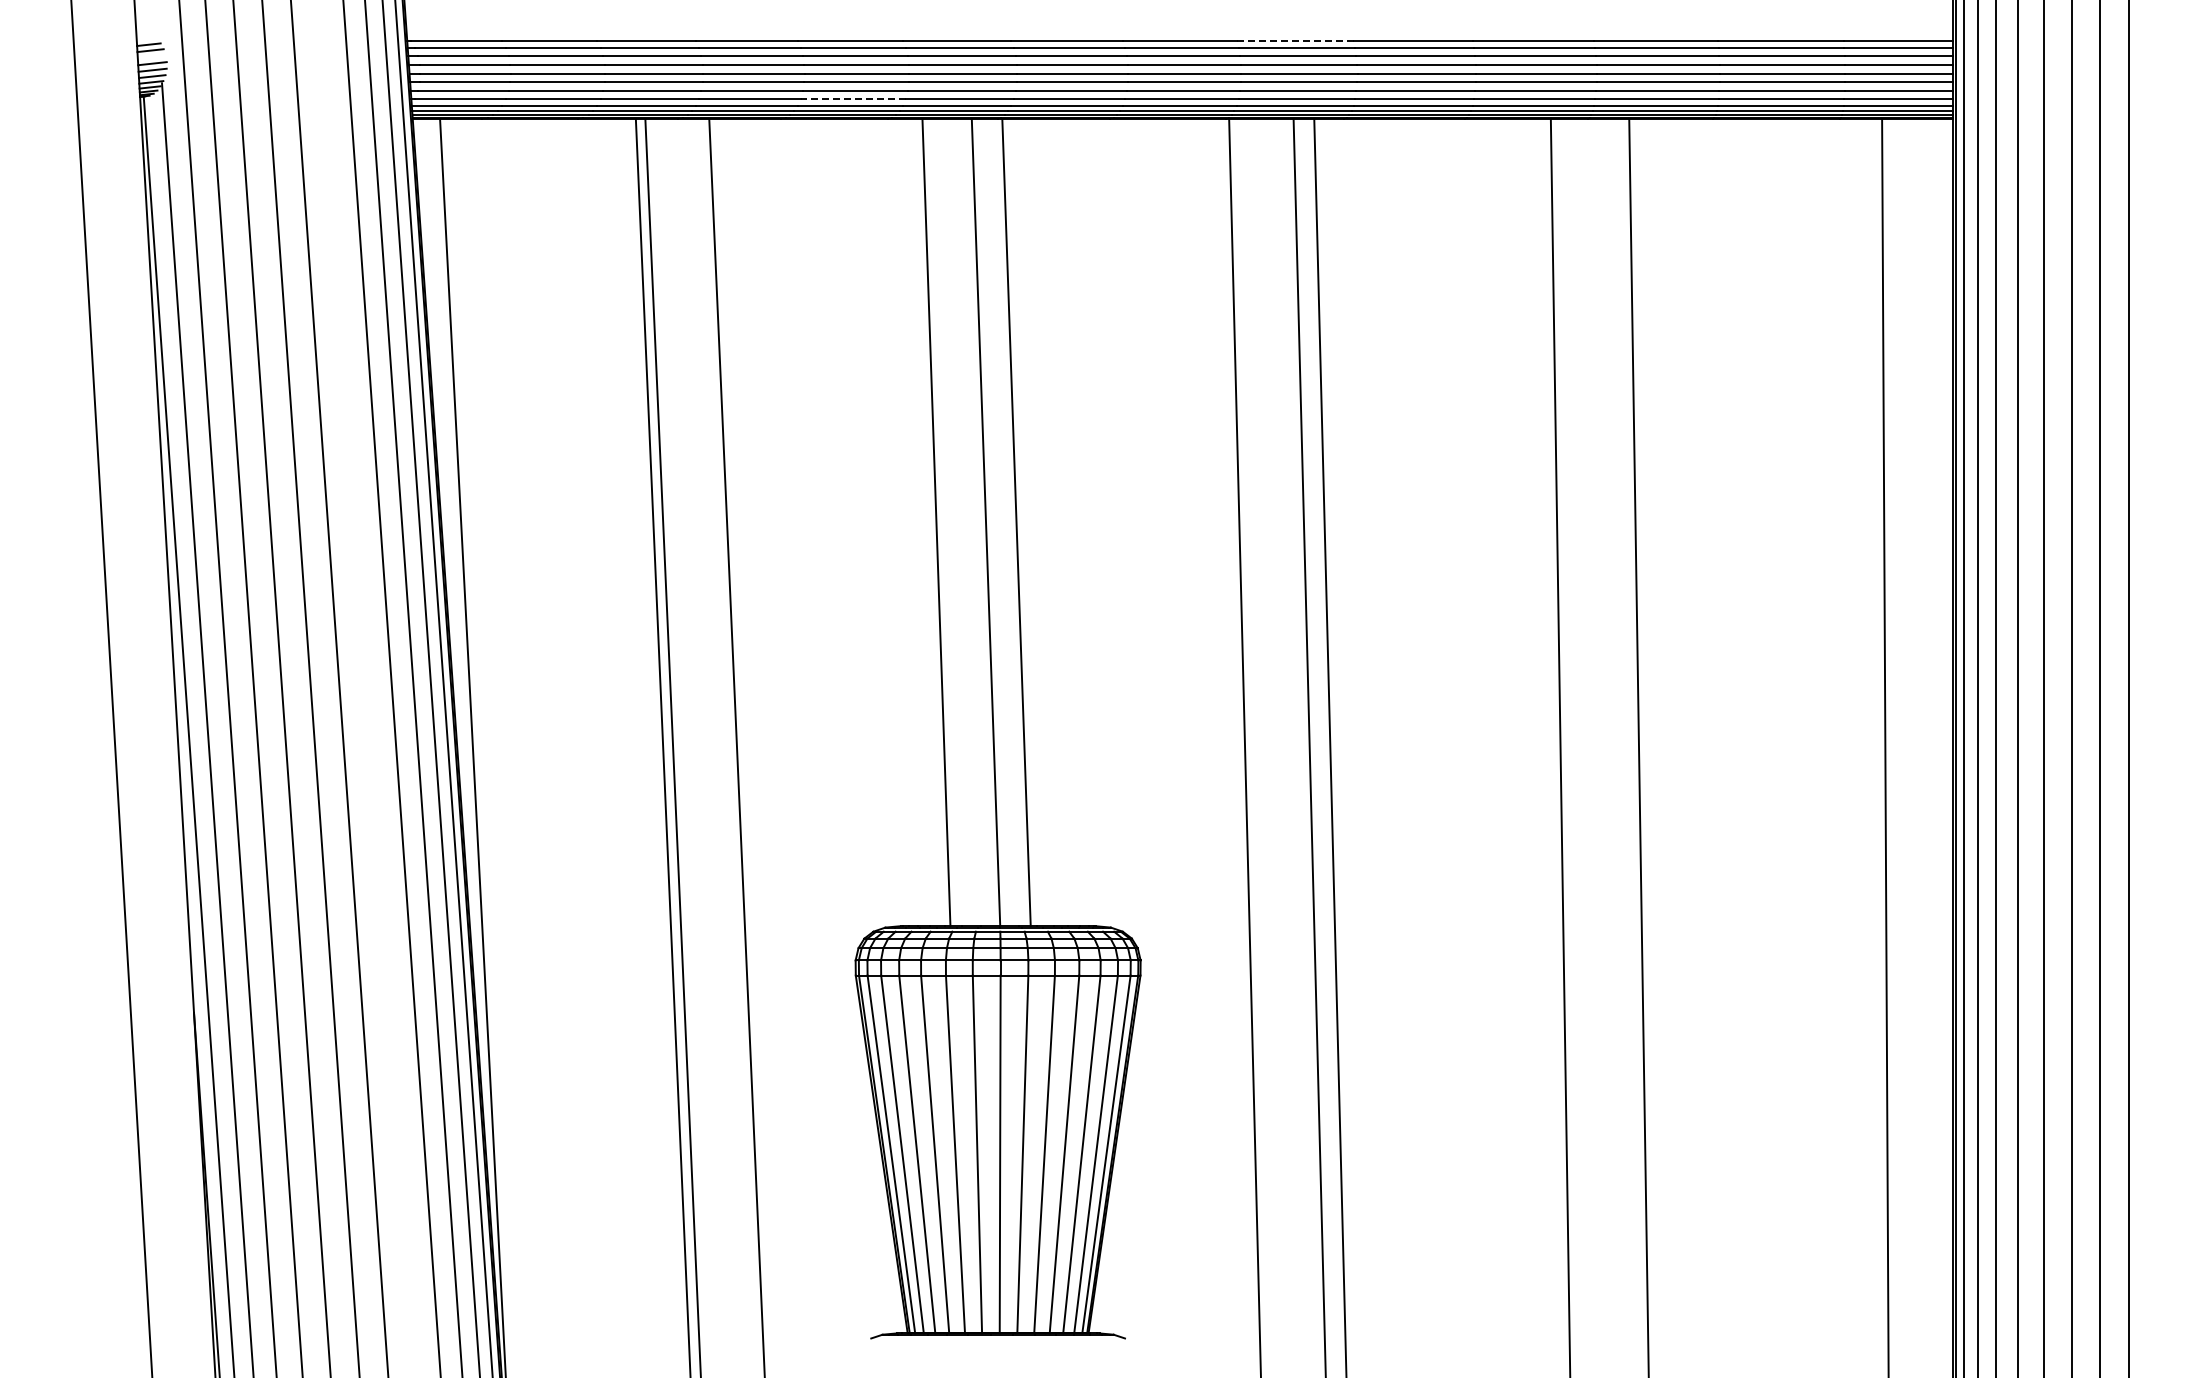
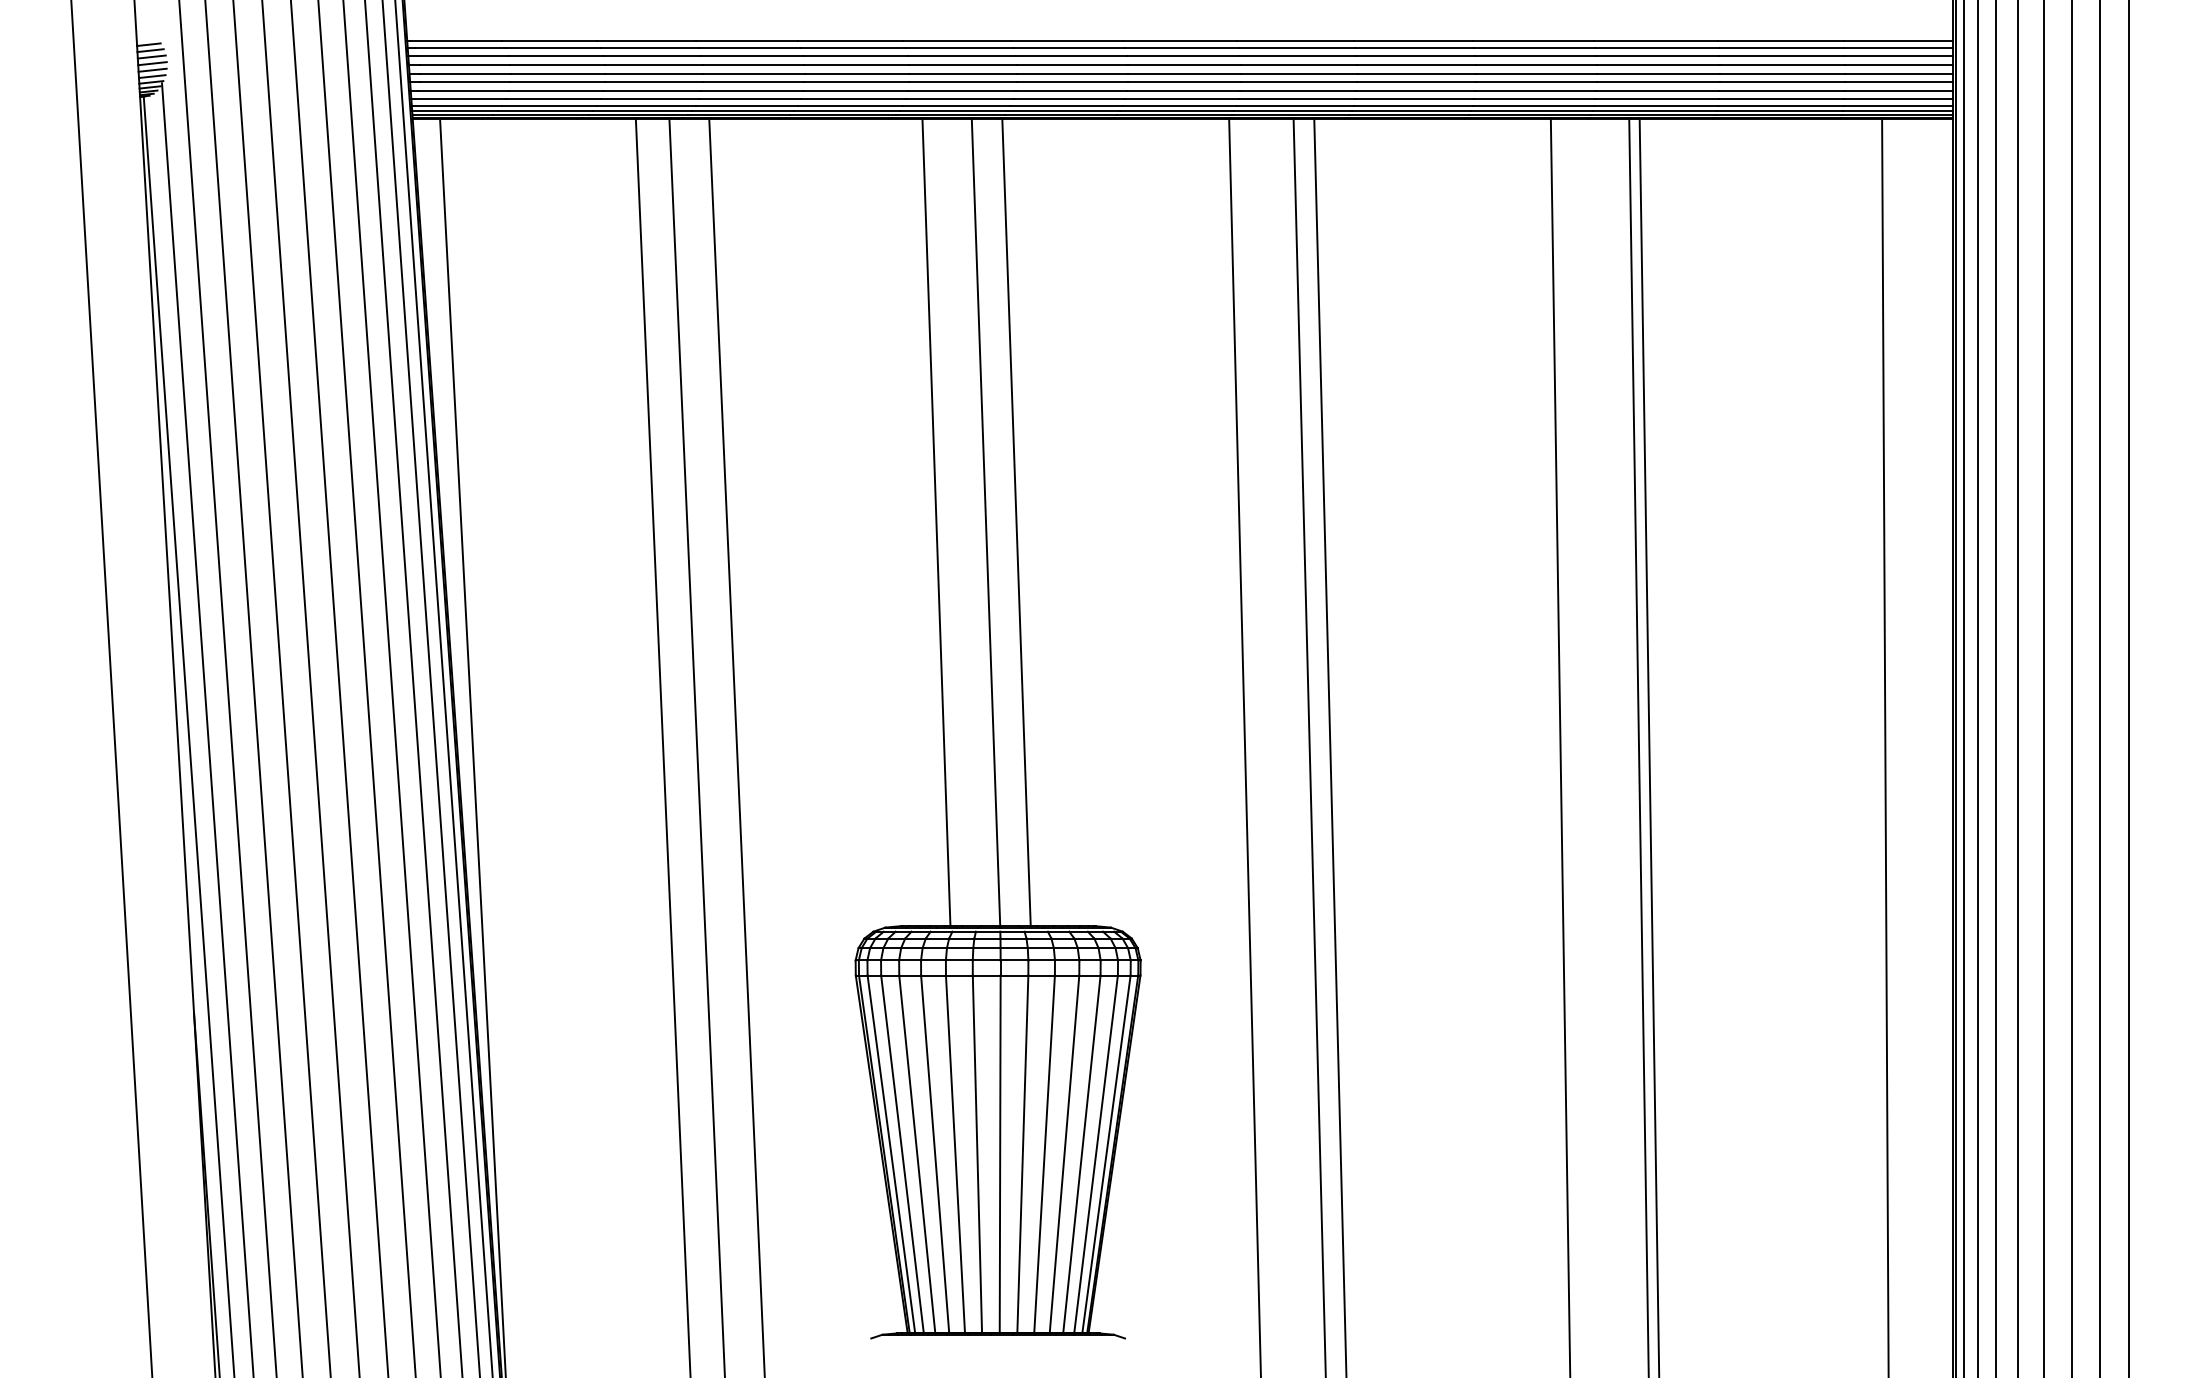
line at (1294, 41): dashed -> solid
line at (151, 56): none -> present
line at (853, 98): dashed -> solid
line at (366, 688): none -> present
line at (672, 746) position: (672, 746) -> (696, 746)
line at (1649, 746): none -> present
